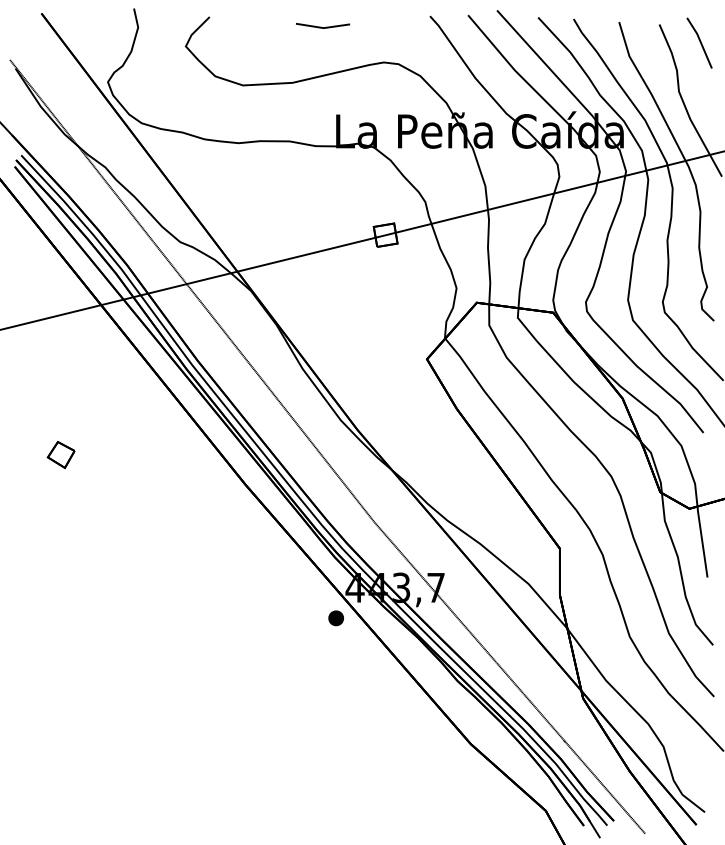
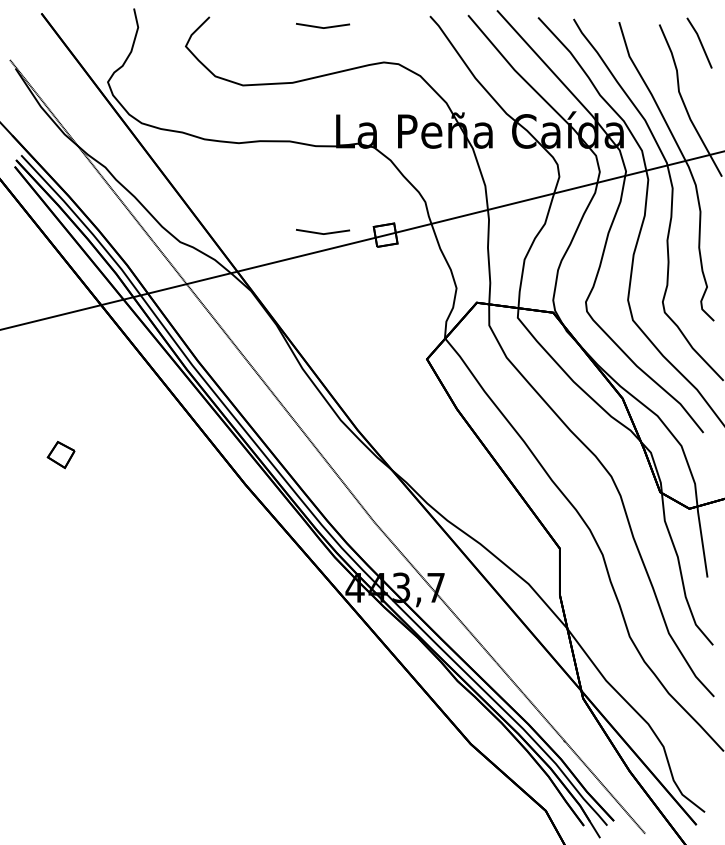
line at (323, 233): none -> present
part at (335, 618): present -> none
